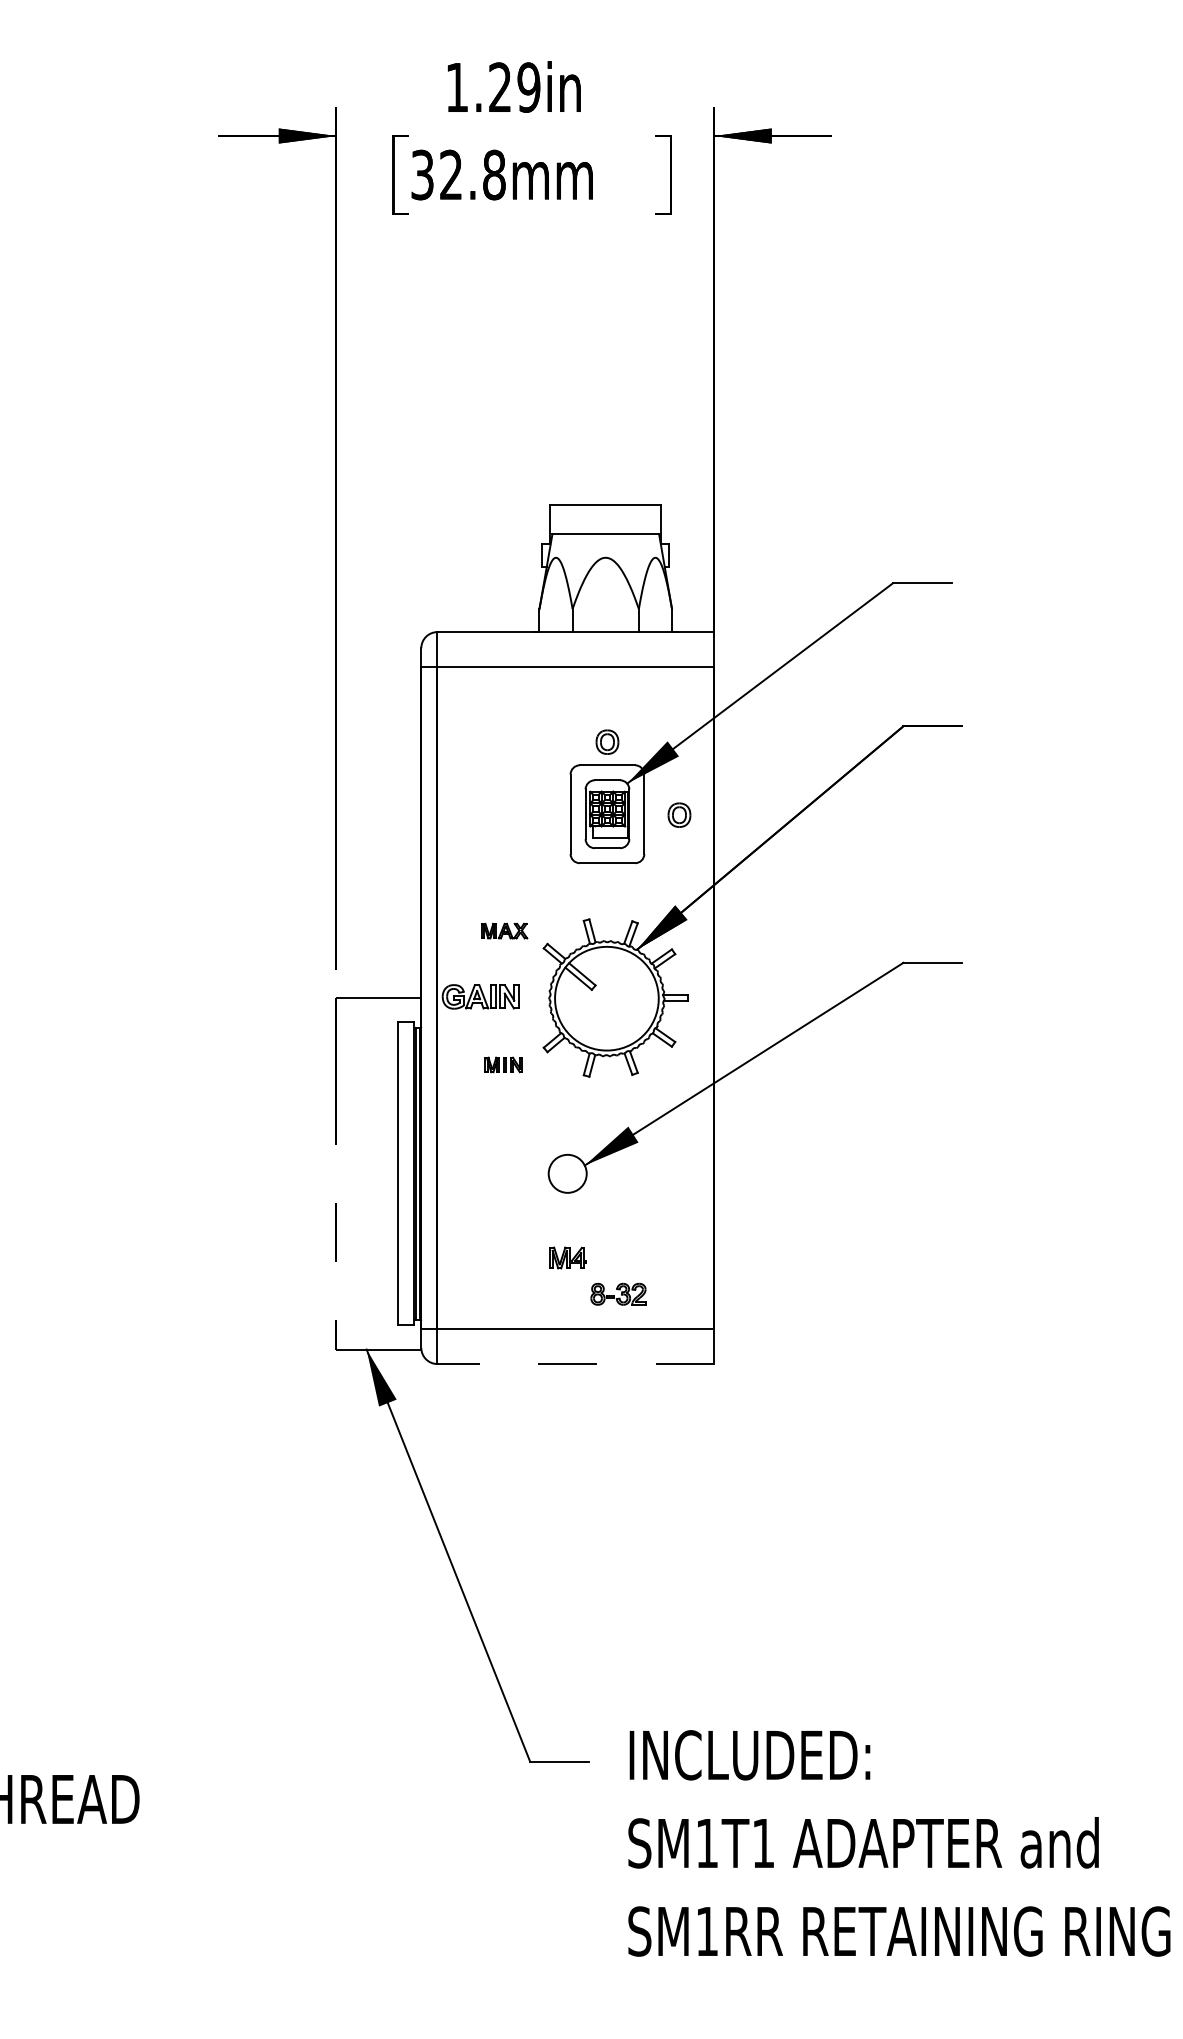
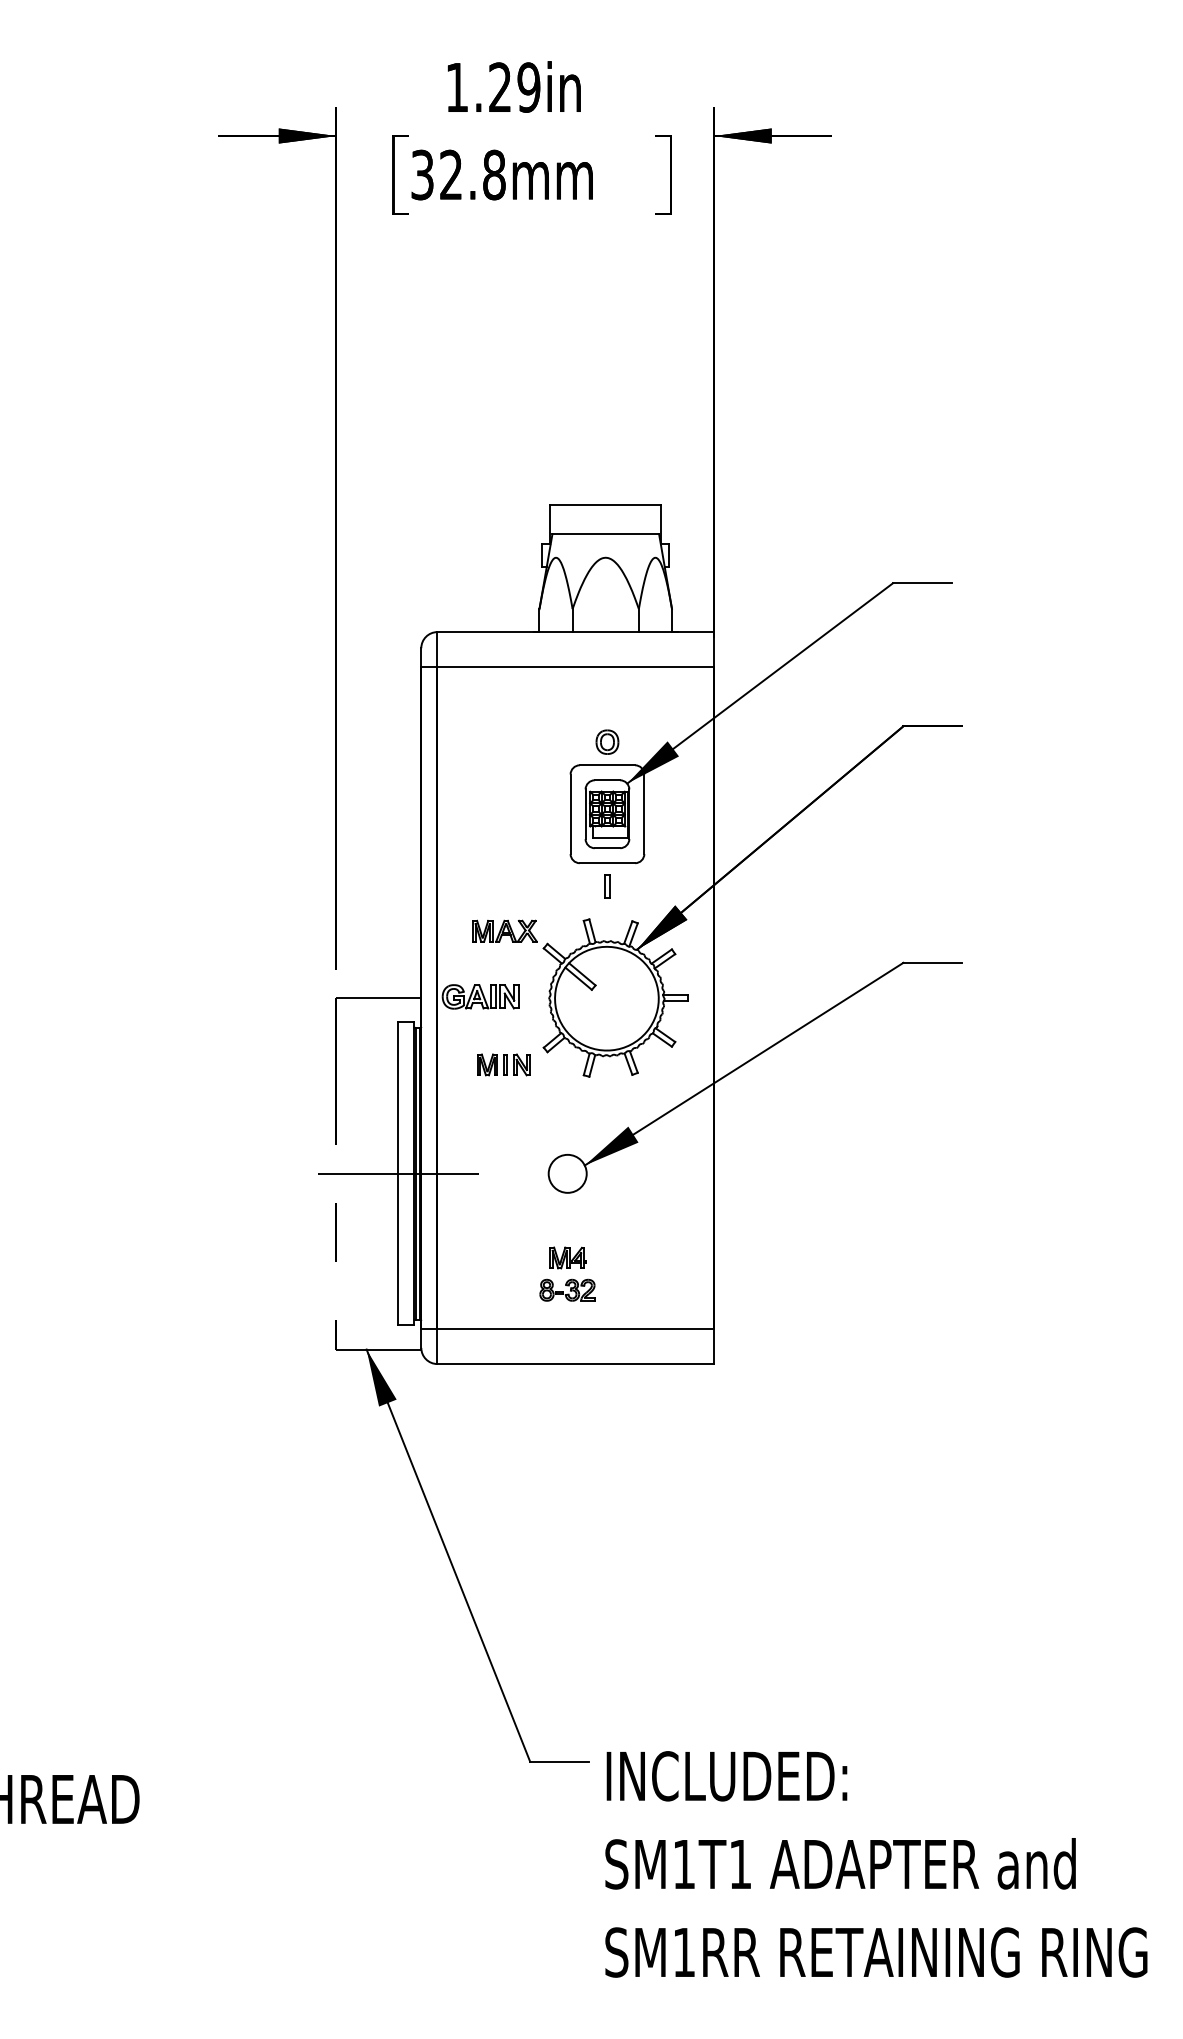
part at (679, 814): present -> none
part at (607, 886): none -> present
part at (504, 930) size: 48x18 px -> 66x24 px
part at (503, 1064) size: 39x18 px -> 54x24 px
line at (398, 1173): none -> present
part at (618, 1293) position: (618, 1293) -> (567, 1289)
line at (575, 1364): dashed -> solid
text at (899, 1843) position: (899, 1843) -> (876, 1864)
